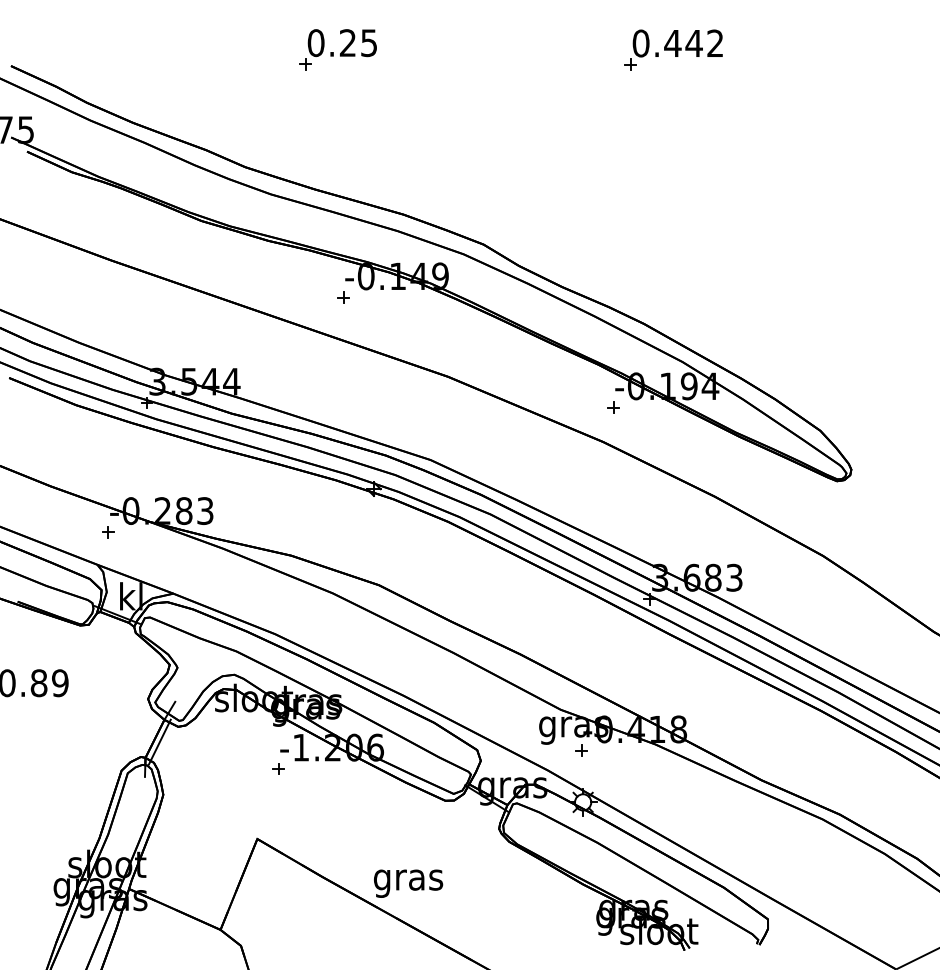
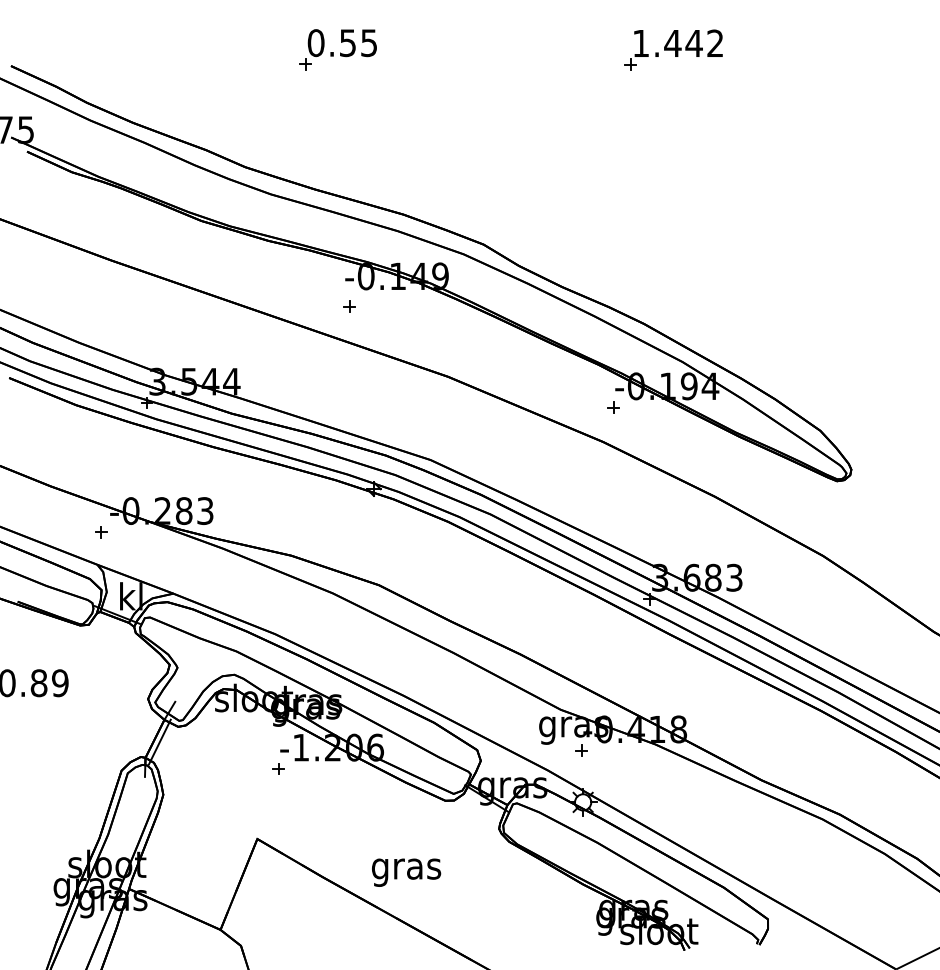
text at (347, 43): 0.25 -> 0.55
text at (640, 43): 0.442 -> 1.442
part at (343, 297) position: (343, 297) -> (349, 306)
part at (108, 532) position: (108, 532) -> (101, 532)
text at (408, 883) position: (408, 883) -> (406, 872)
